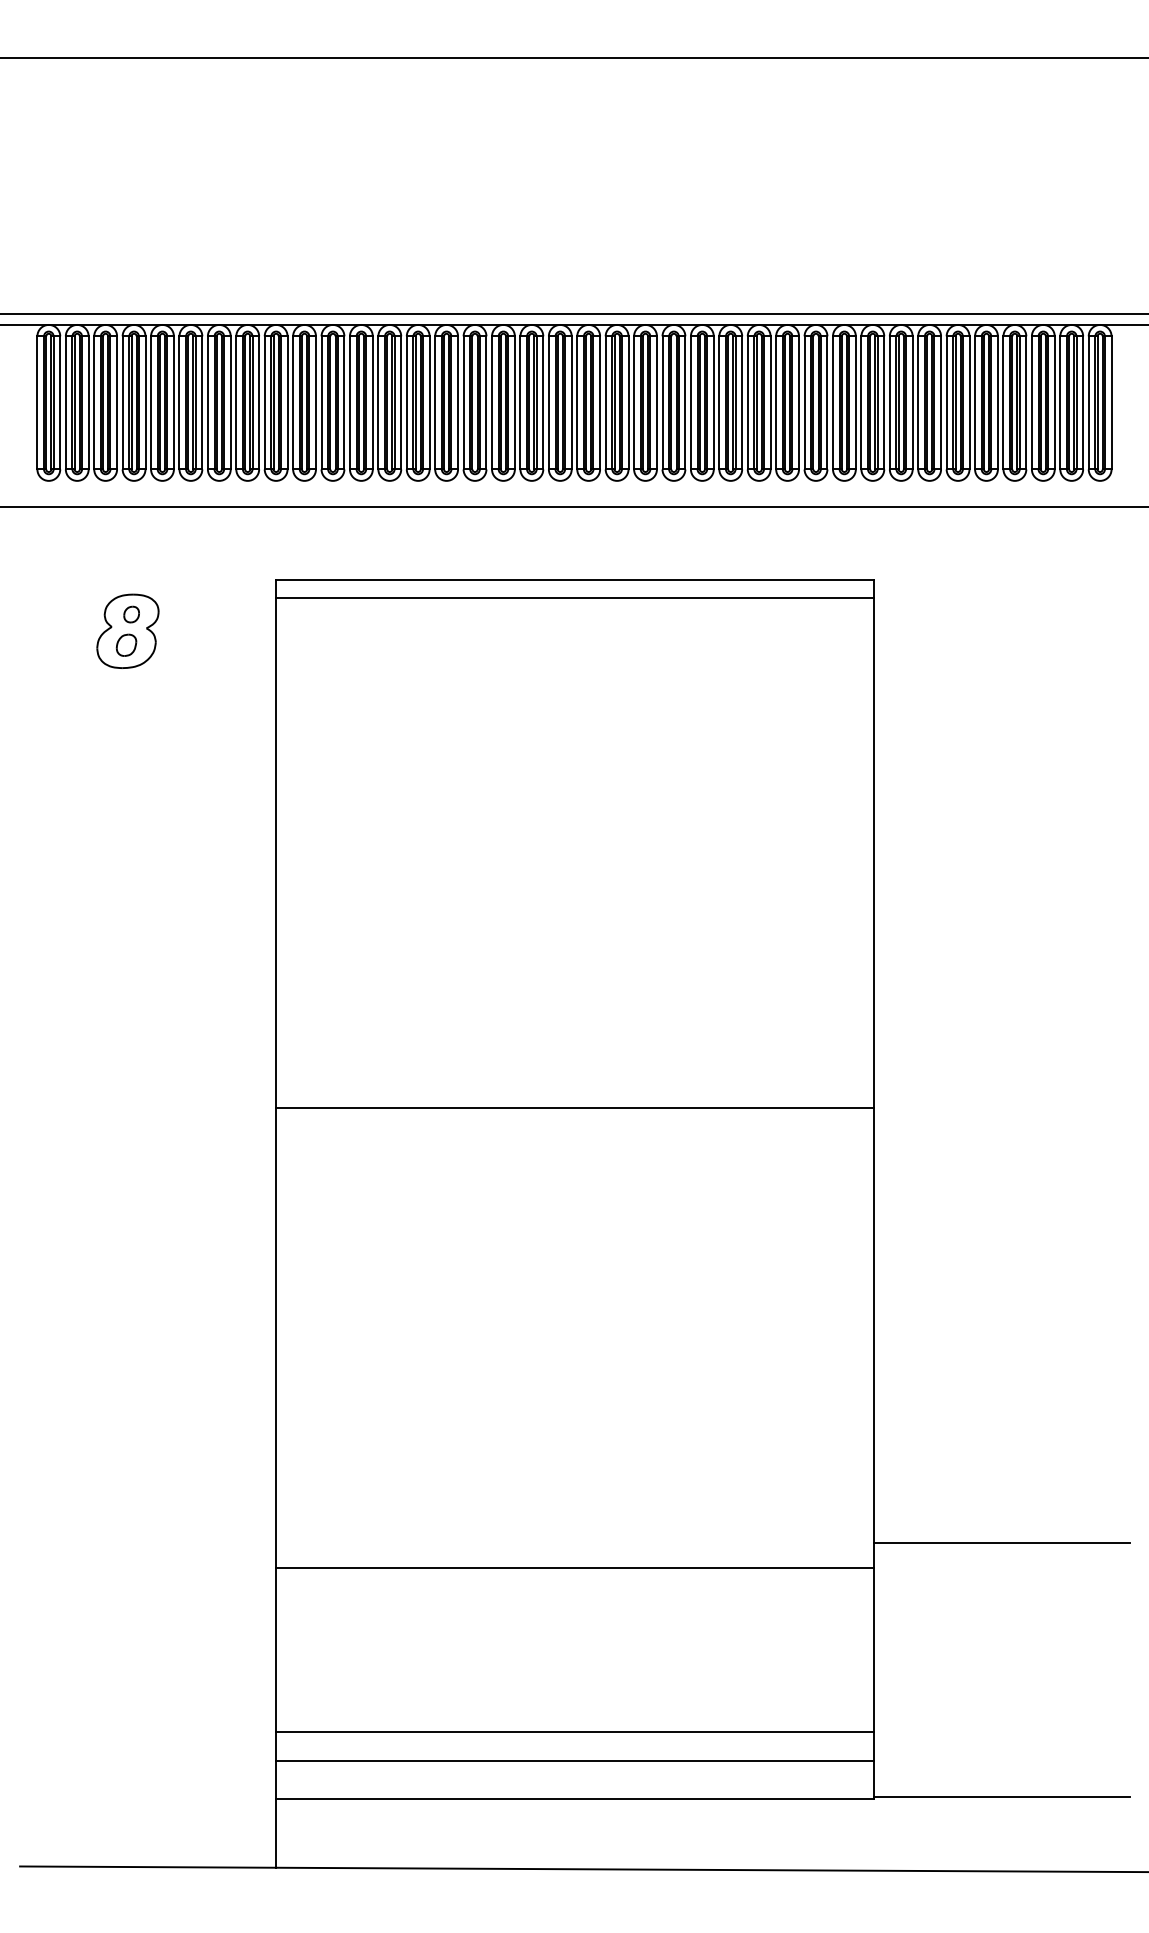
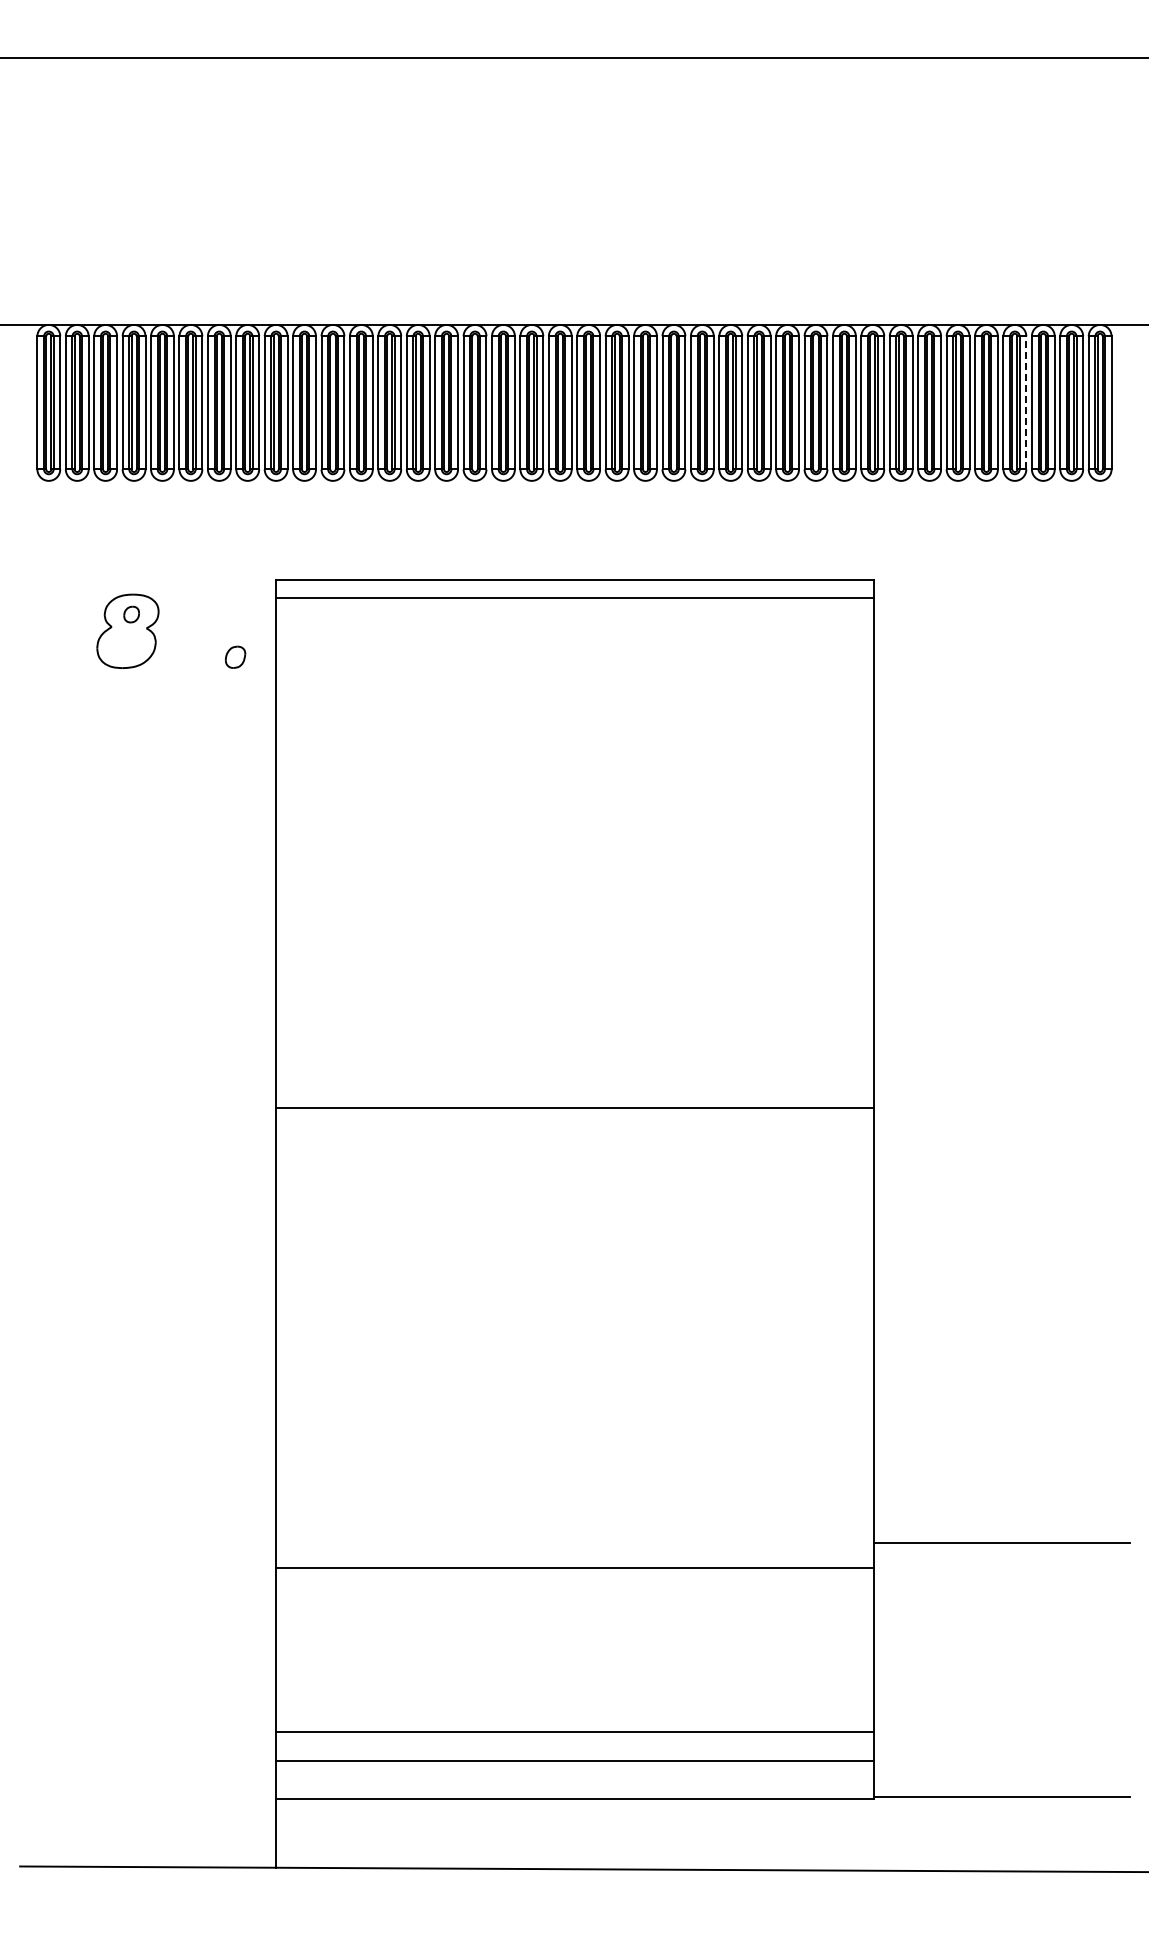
line at (573, 313): present -> none
line at (1026, 402): solid -> dashed
line at (573, 507): present -> none
part at (126, 644) position: (126, 644) -> (235, 656)
